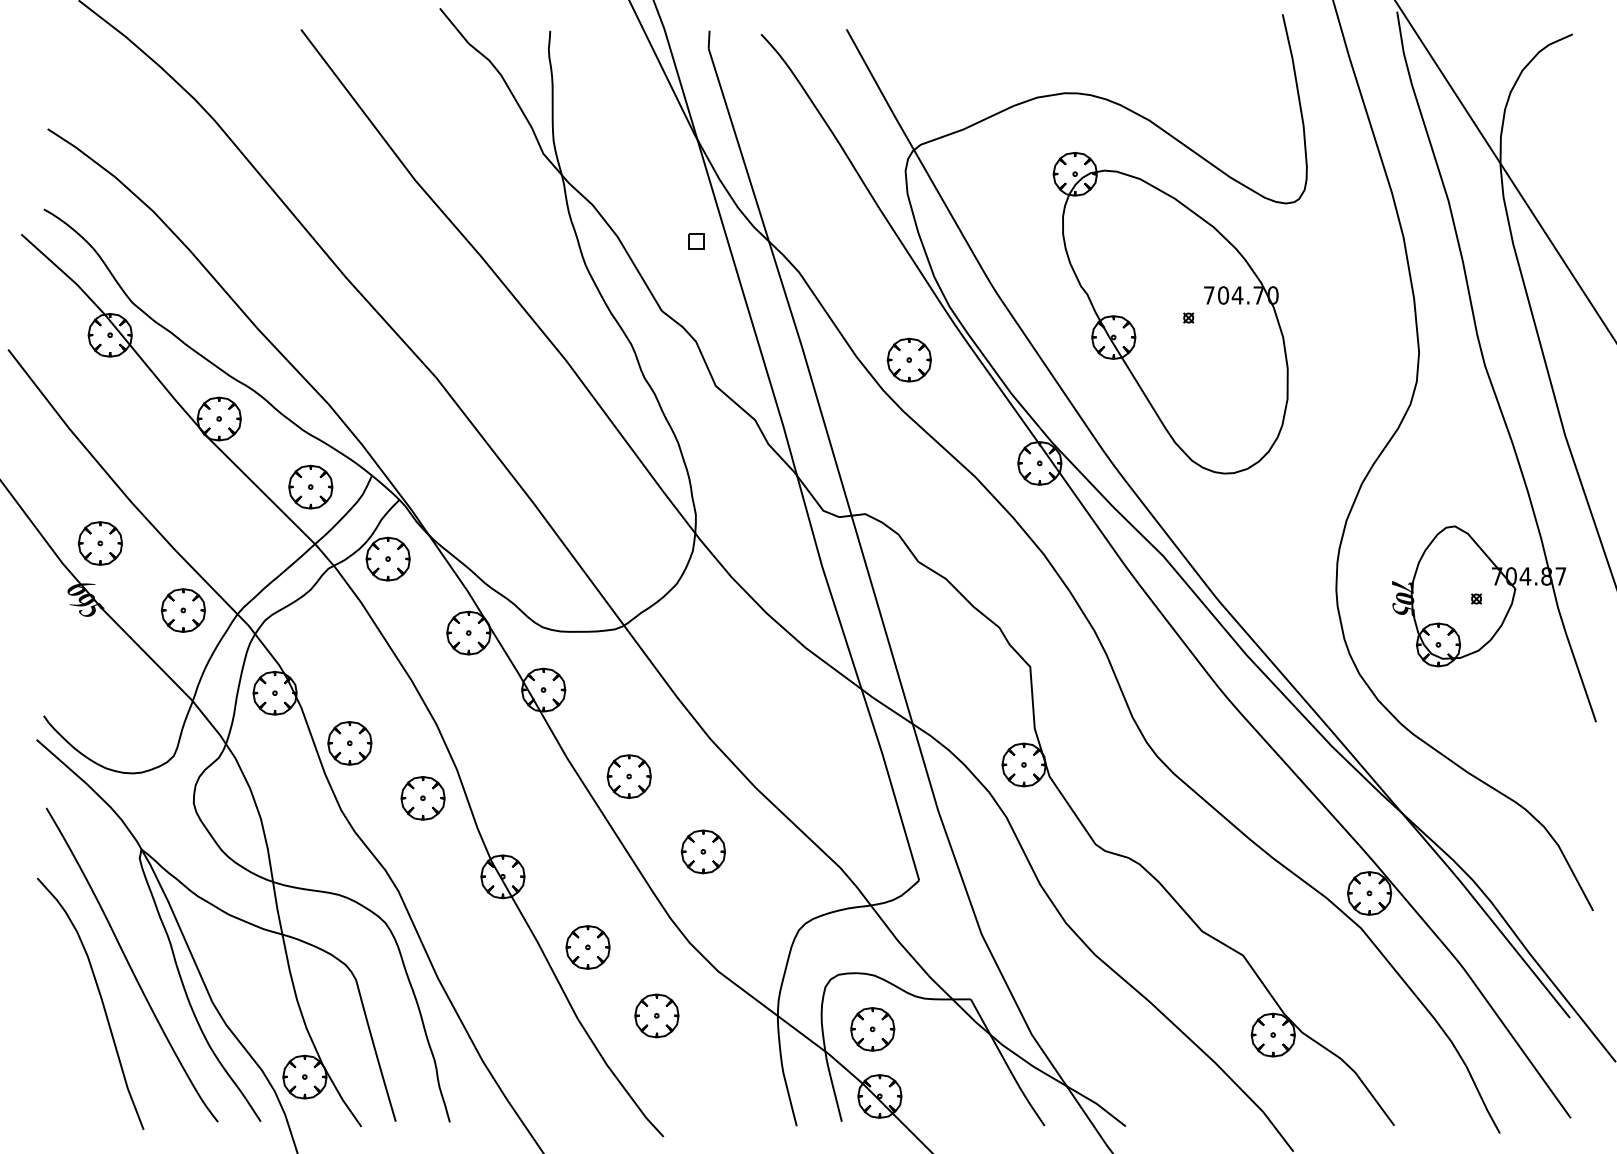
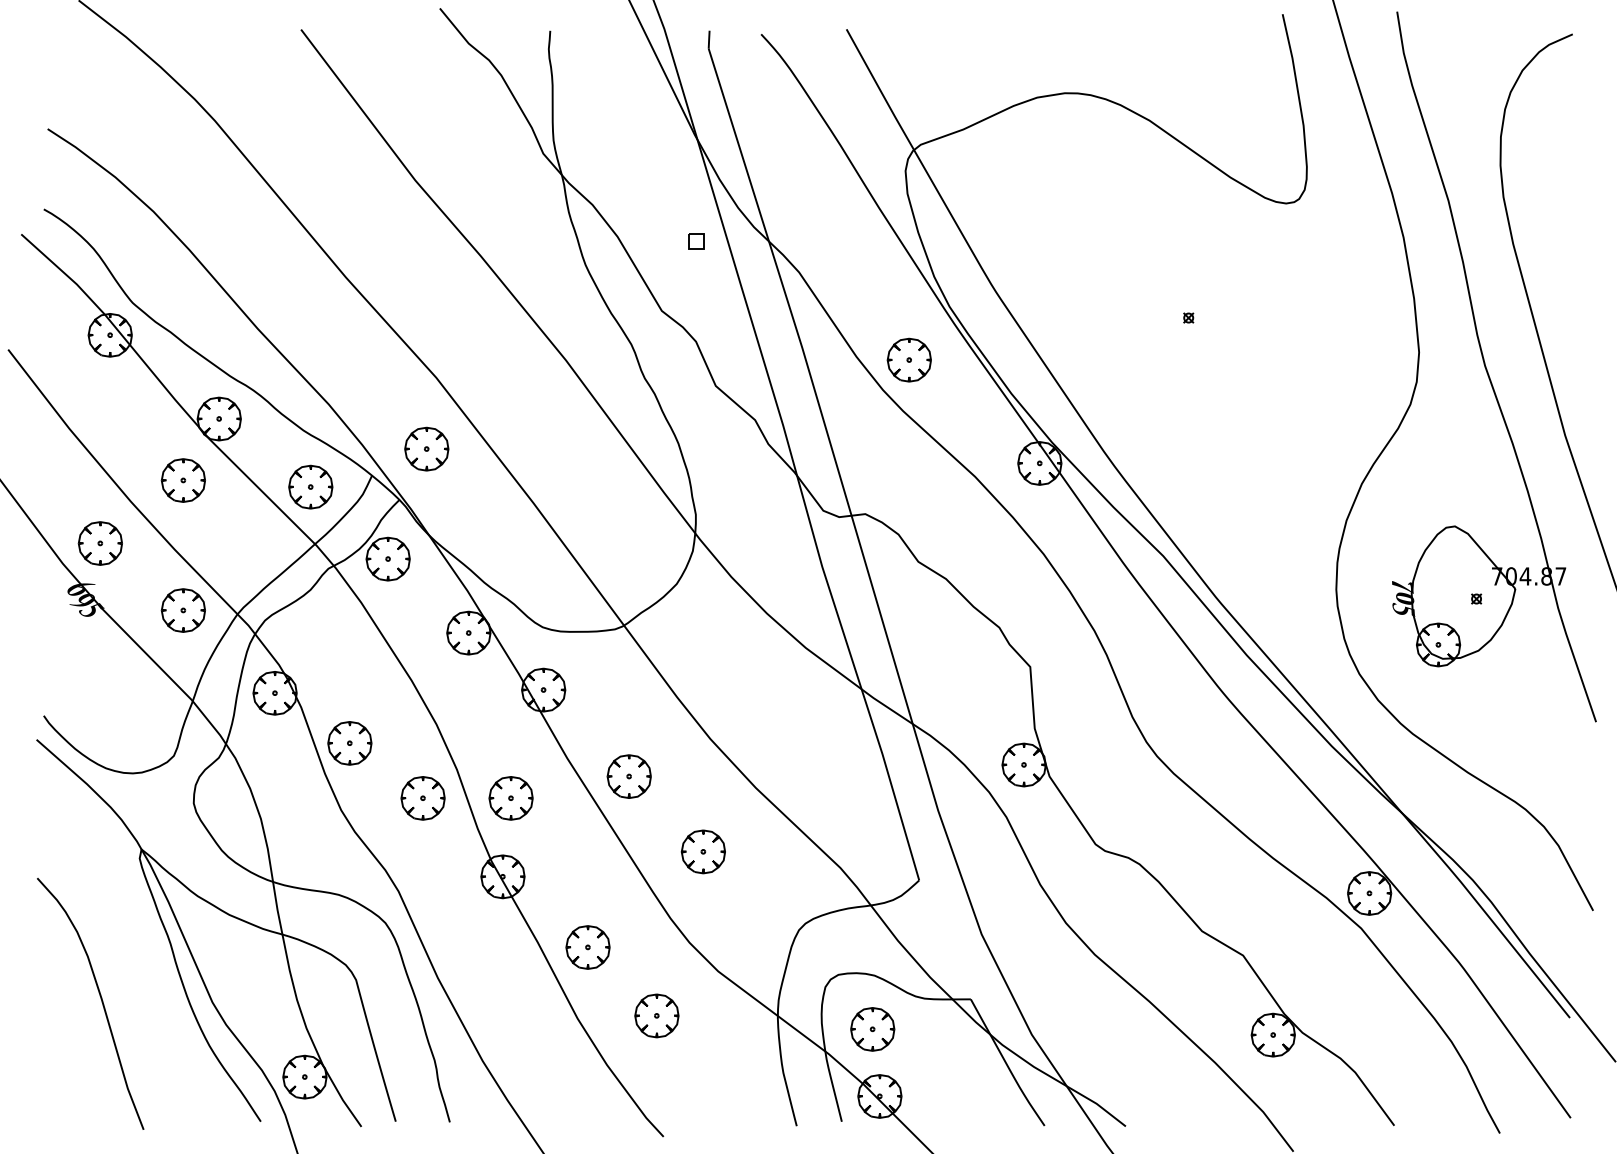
line at (1504, 170): present -> none
part at (1170, 313): present -> none
part at (426, 448): none -> present
part at (182, 480): none -> present
part at (510, 798): none -> present
curve at (130, 964): present -> none
